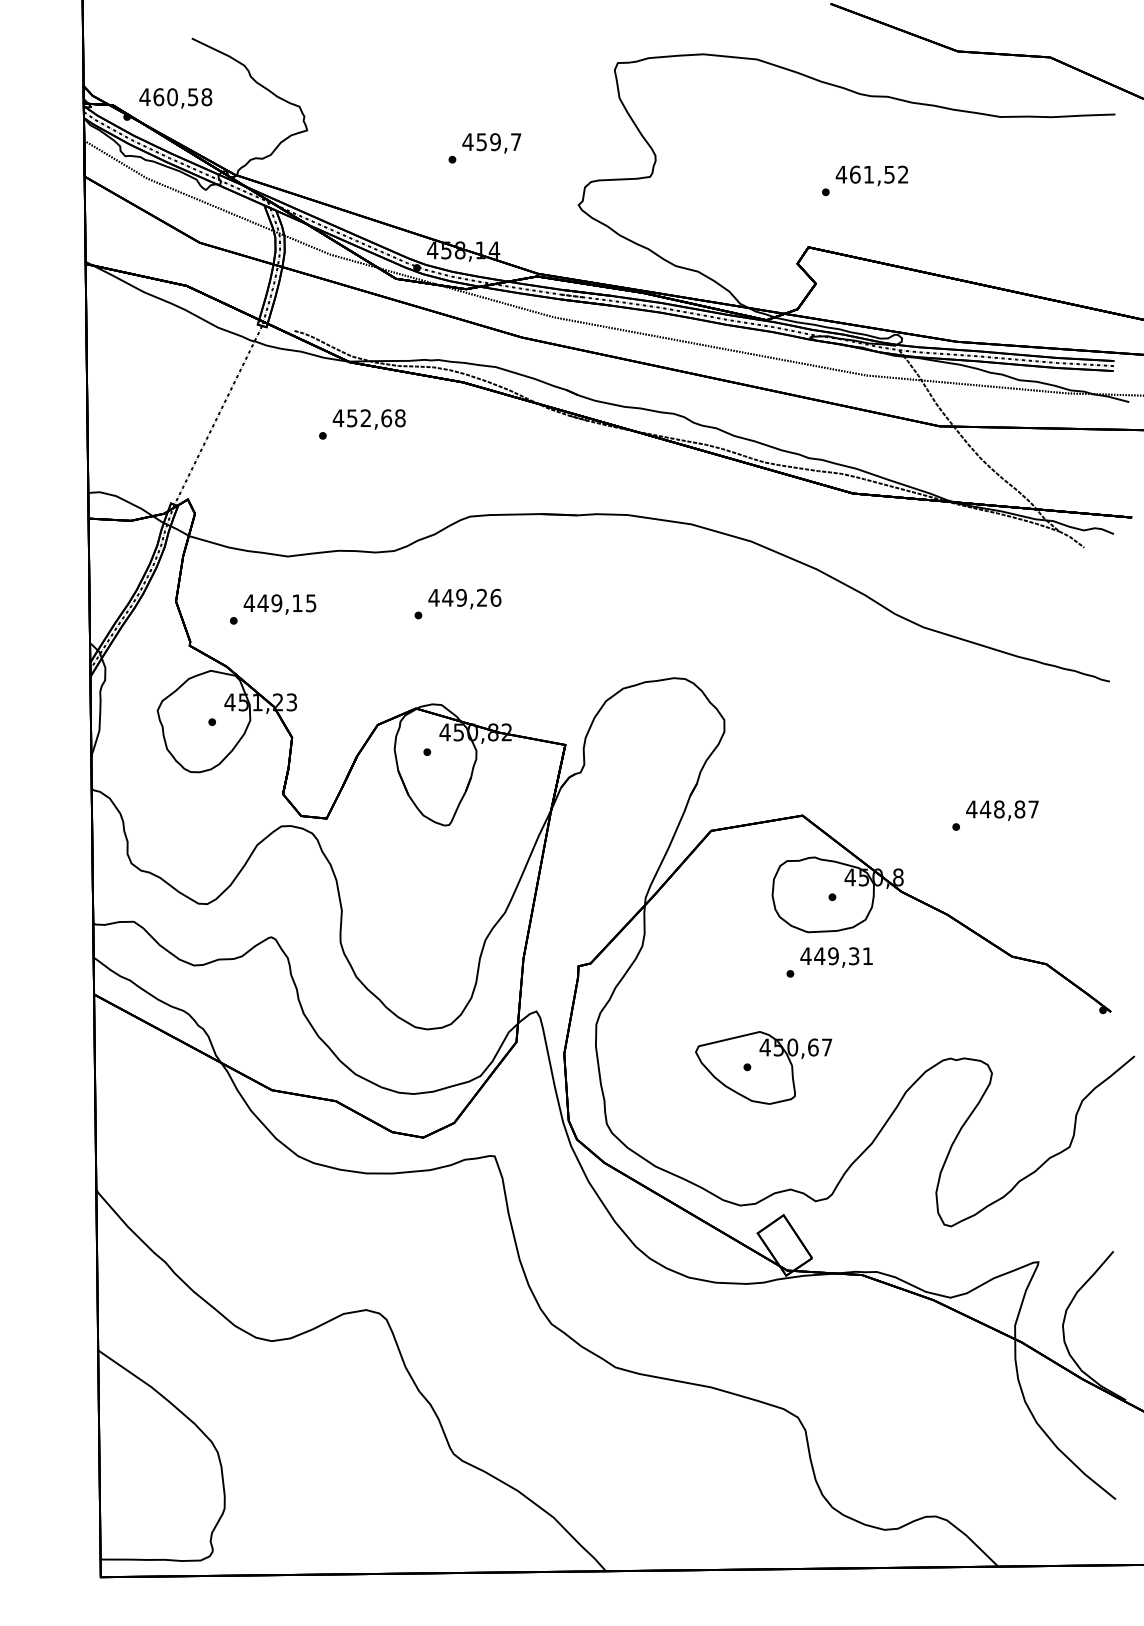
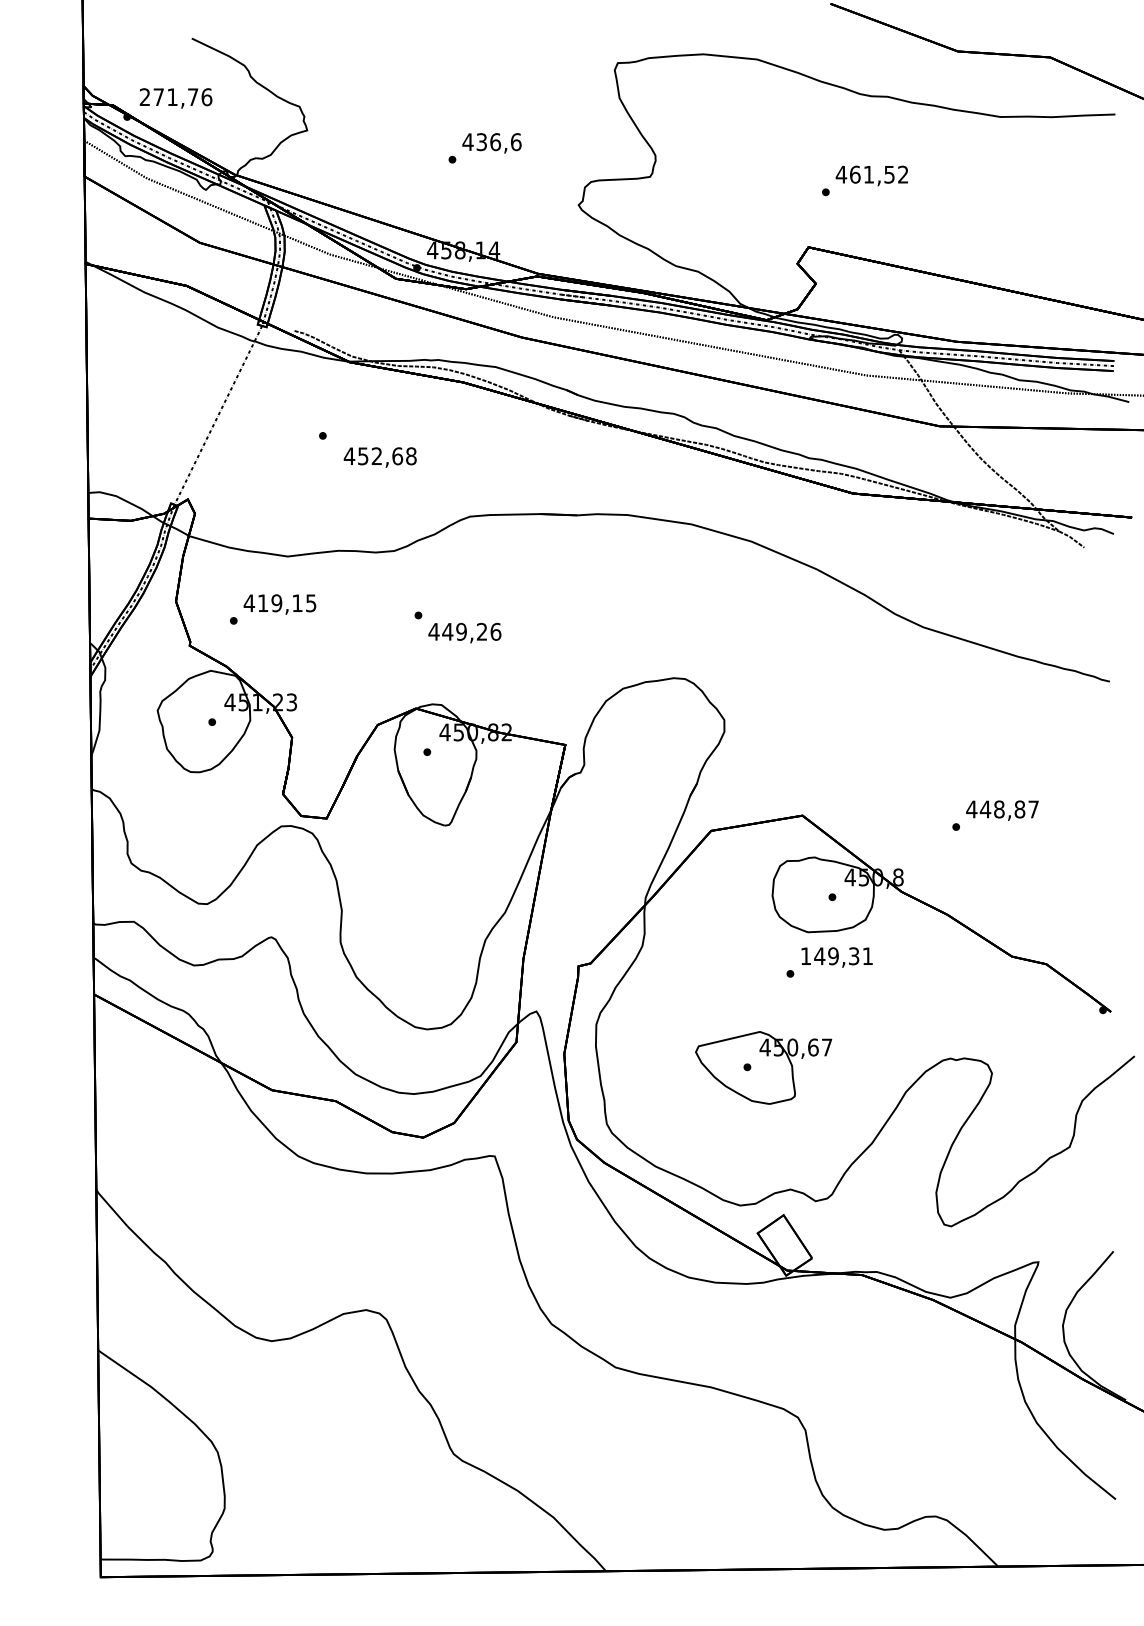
text at (175, 97): 460,58 -> 271,76
text at (499, 142): 459,7 -> 436,6
text at (368, 419) position: (368, 419) -> (379, 457)
text at (464, 598) position: (464, 598) -> (464, 632)
text at (262, 602): 449,15 -> 419,15
text at (805, 955): 449,31 -> 149,31
